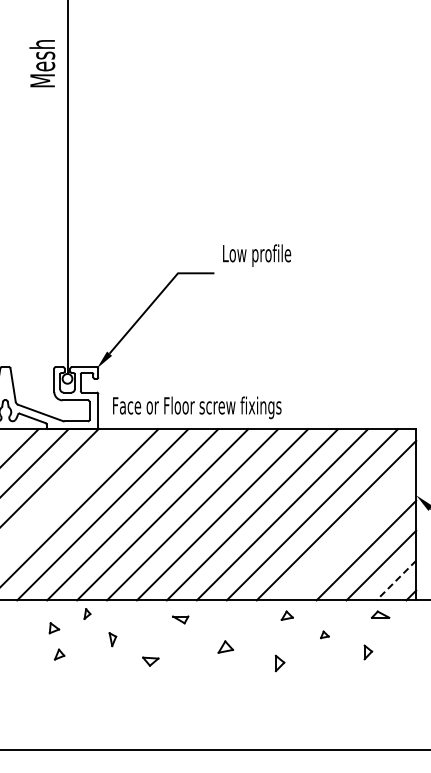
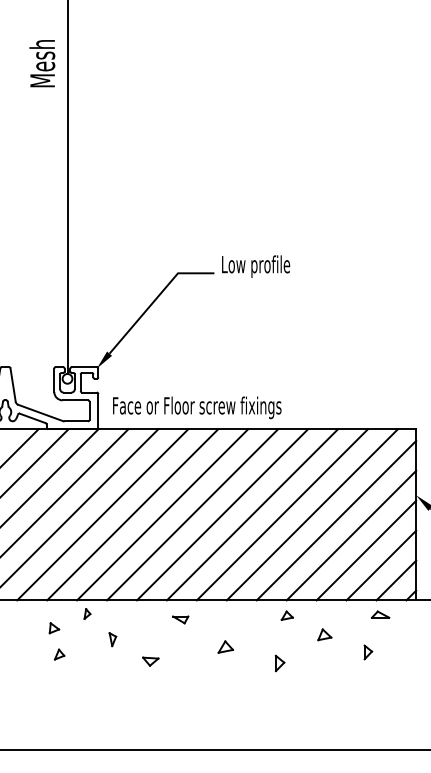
text at (257, 255) position: (257, 255) -> (256, 266)
line at (65, 492): none -> present
line at (351, 535): none -> present
line at (396, 580): dashed -> solid
part at (324, 634) size: 10x10 px -> 16x14 px
